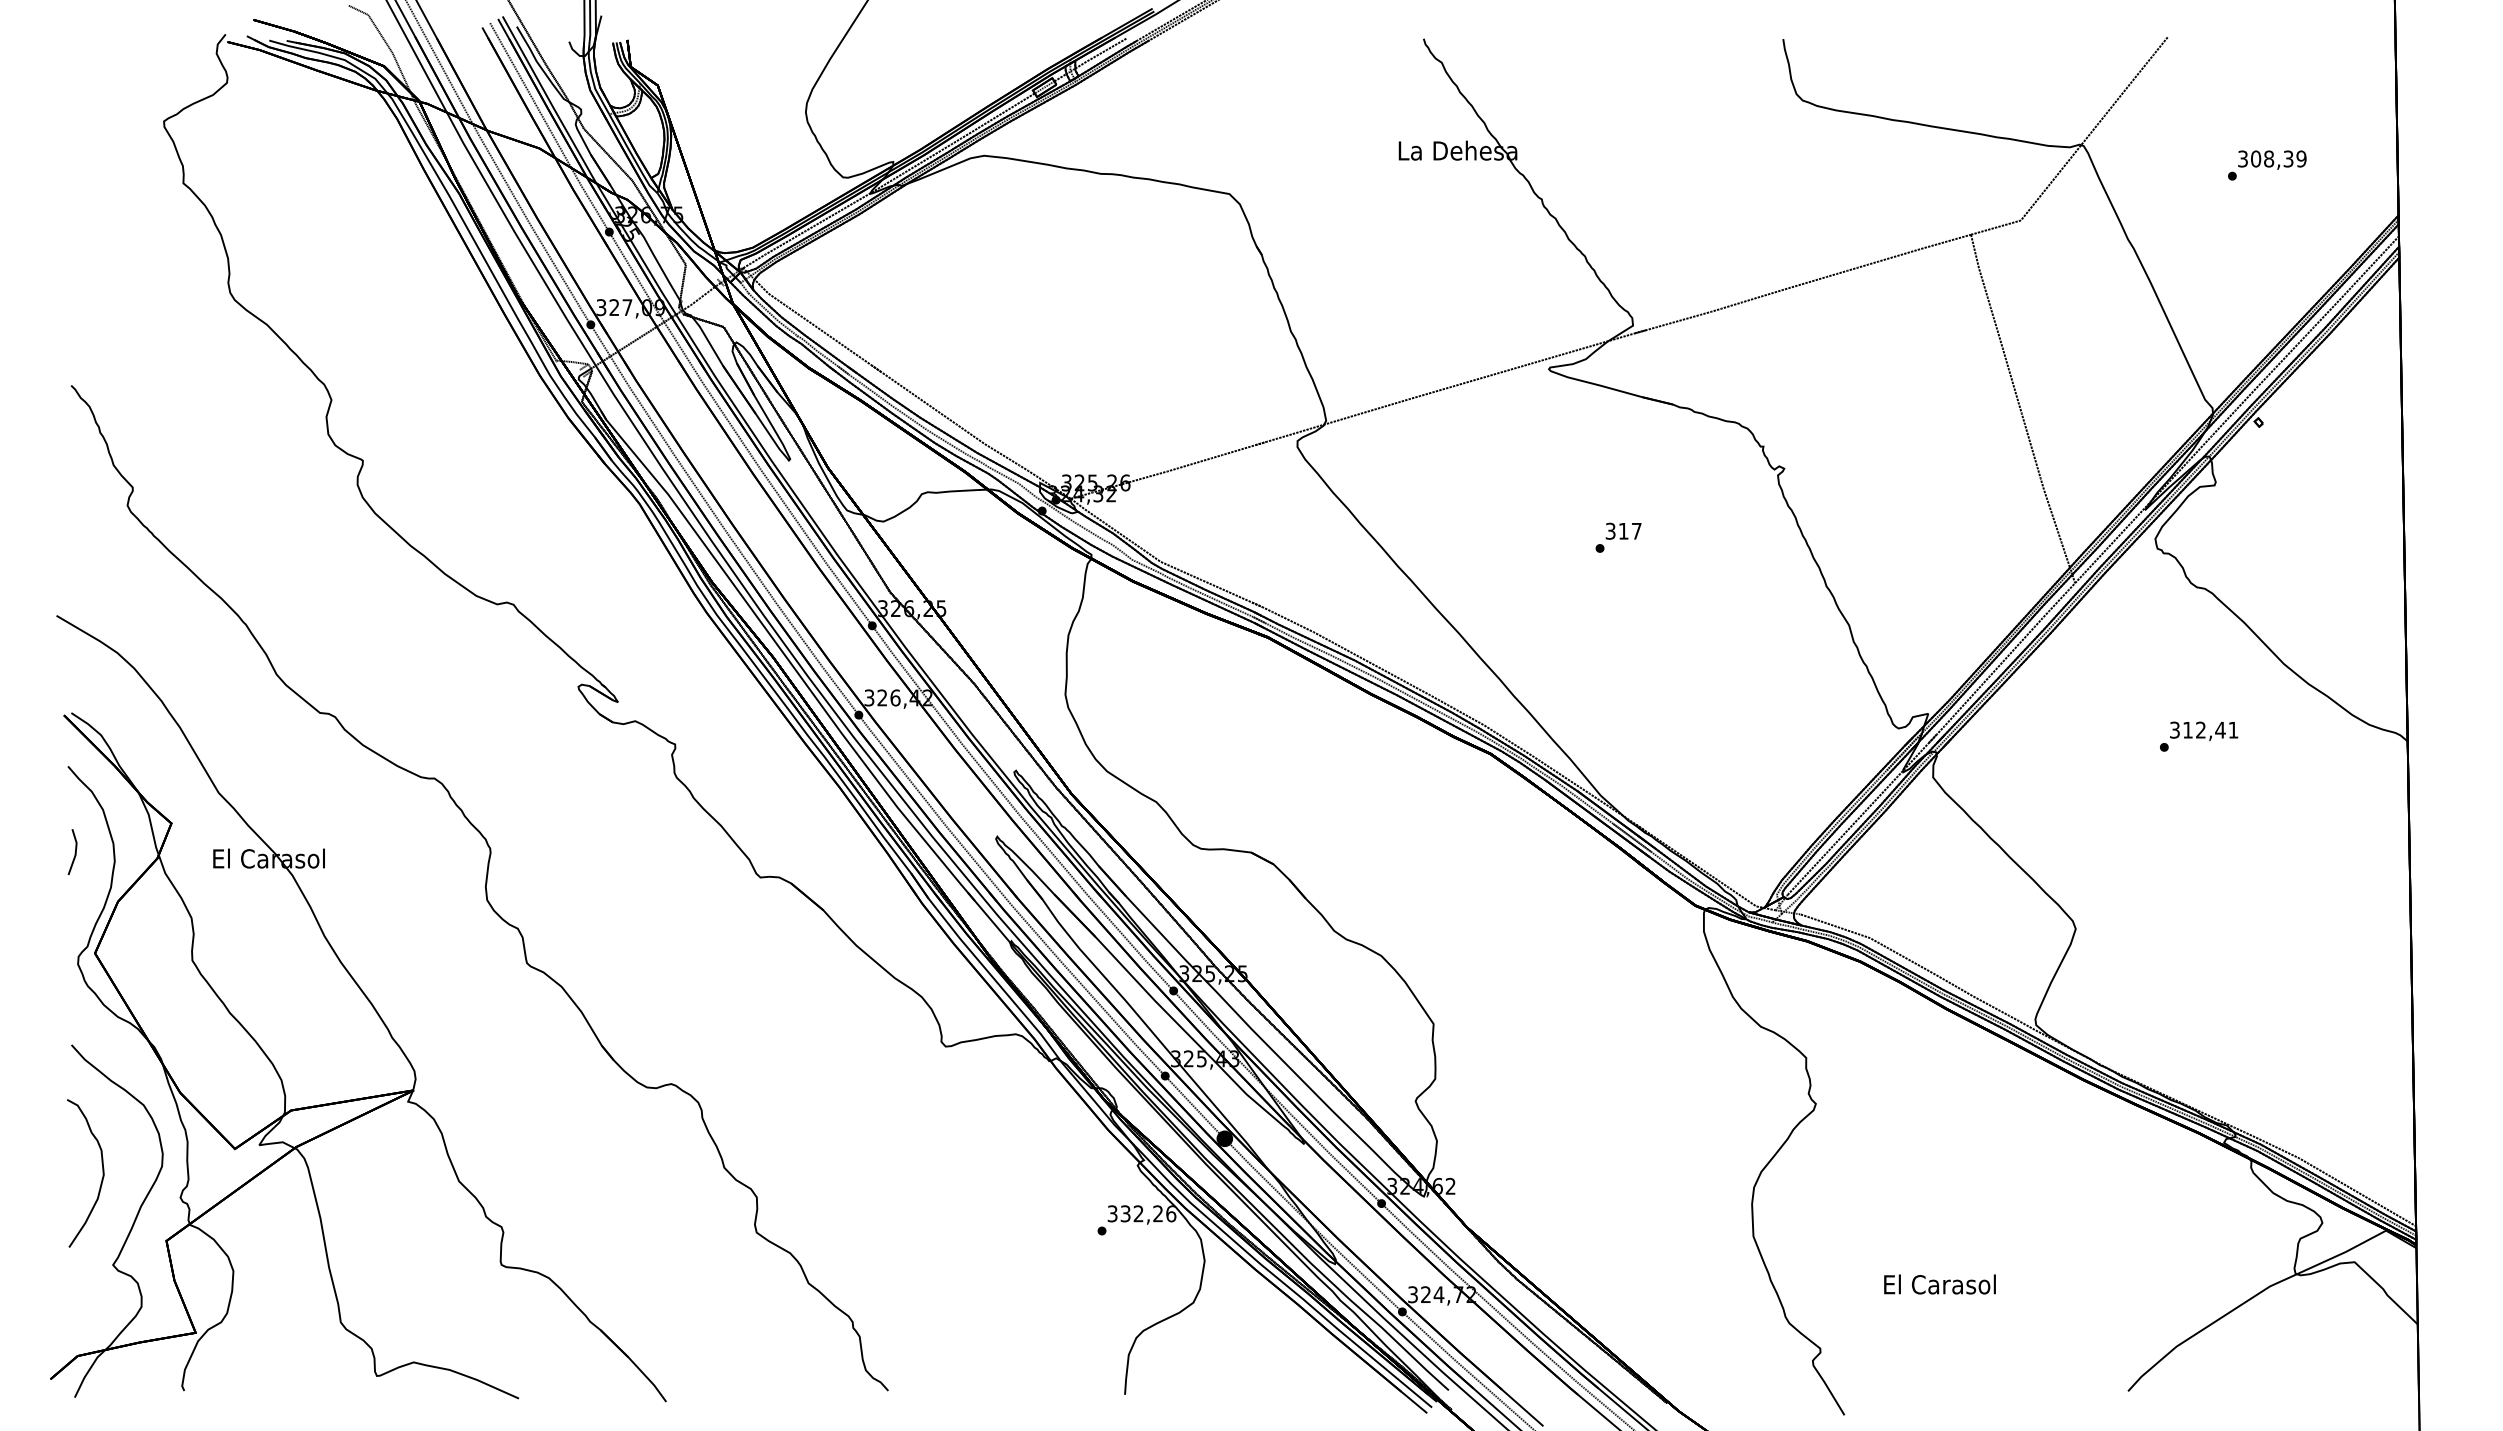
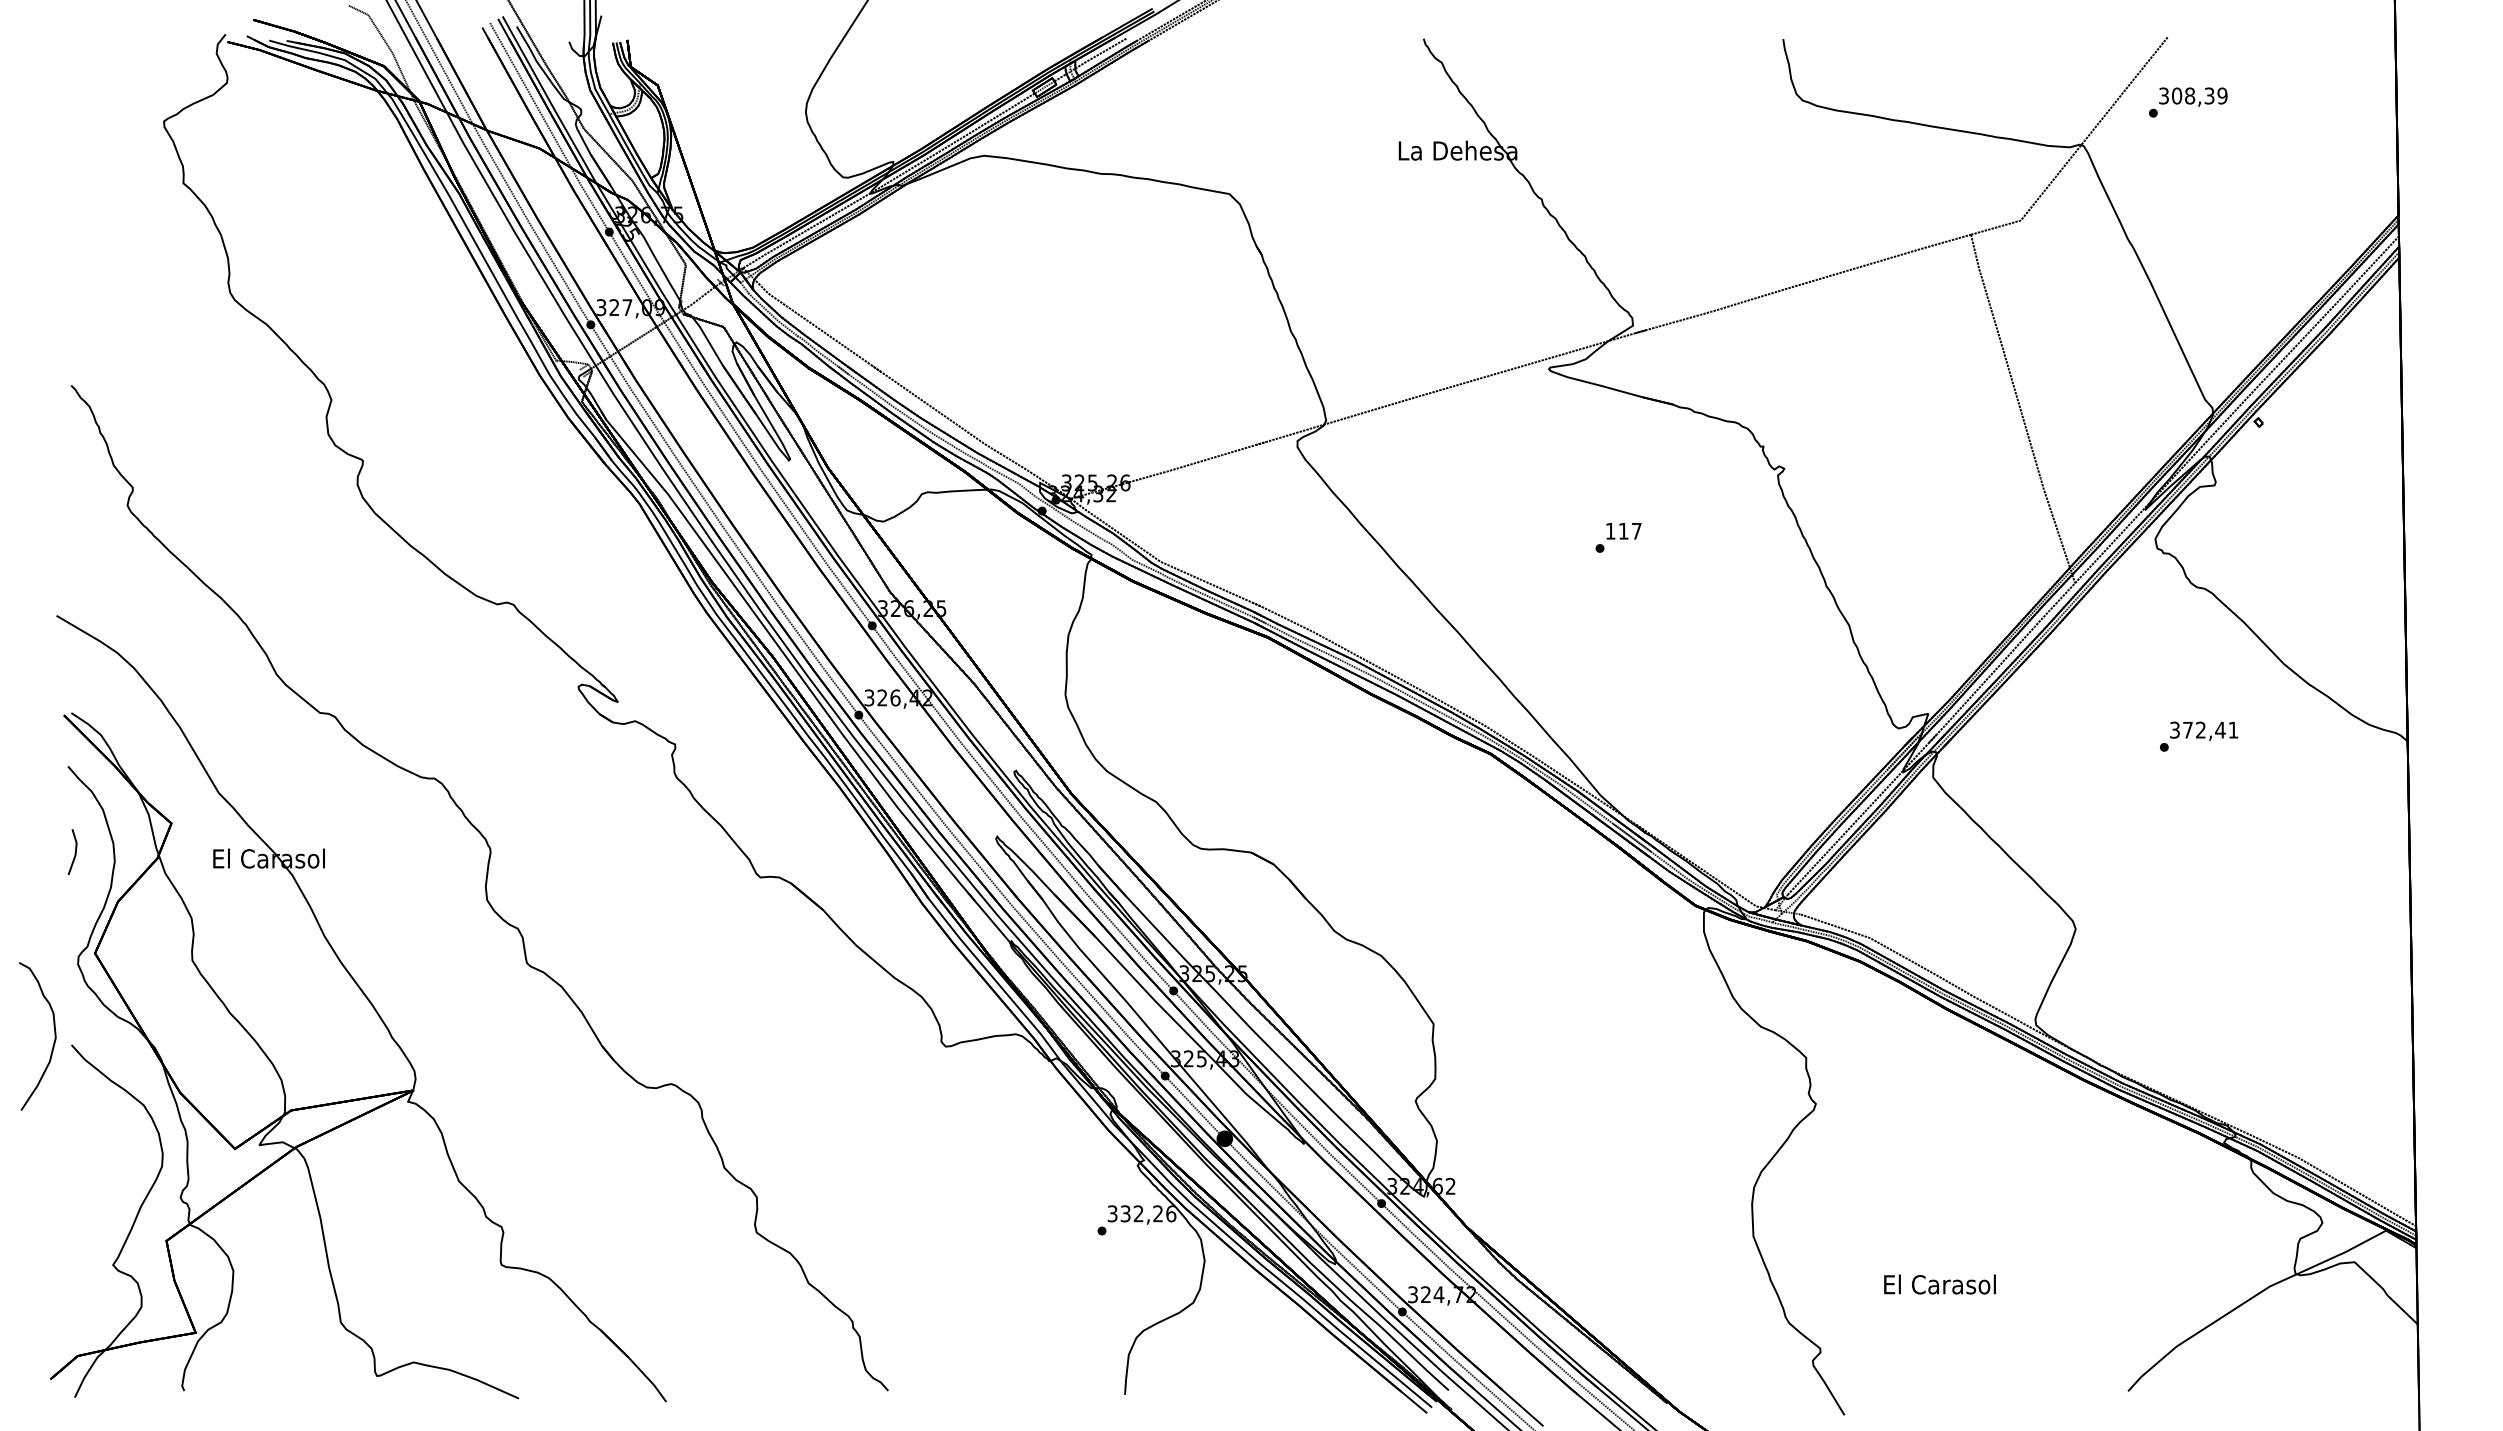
text at (2267, 165) position: (2267, 165) -> (2188, 102)
text at (1610, 530): 317 -> 117
text at (2187, 730): 312,41 -> 372,41
part at (102, 1173) position: (102, 1173) -> (54, 1036)
